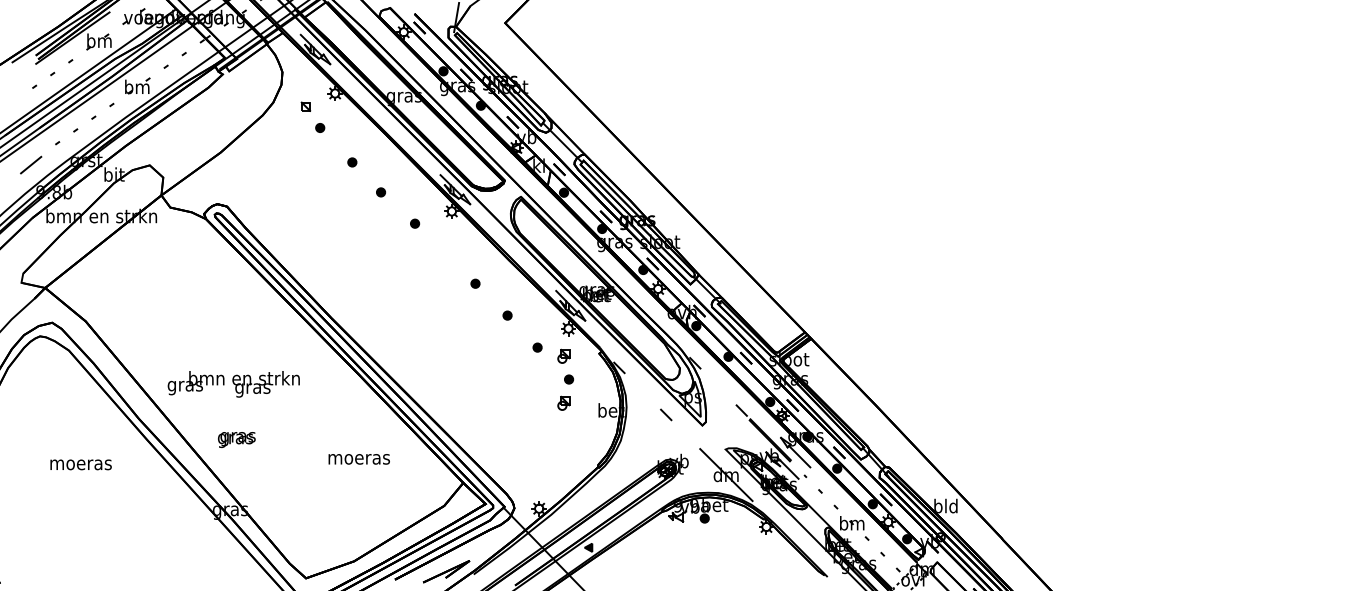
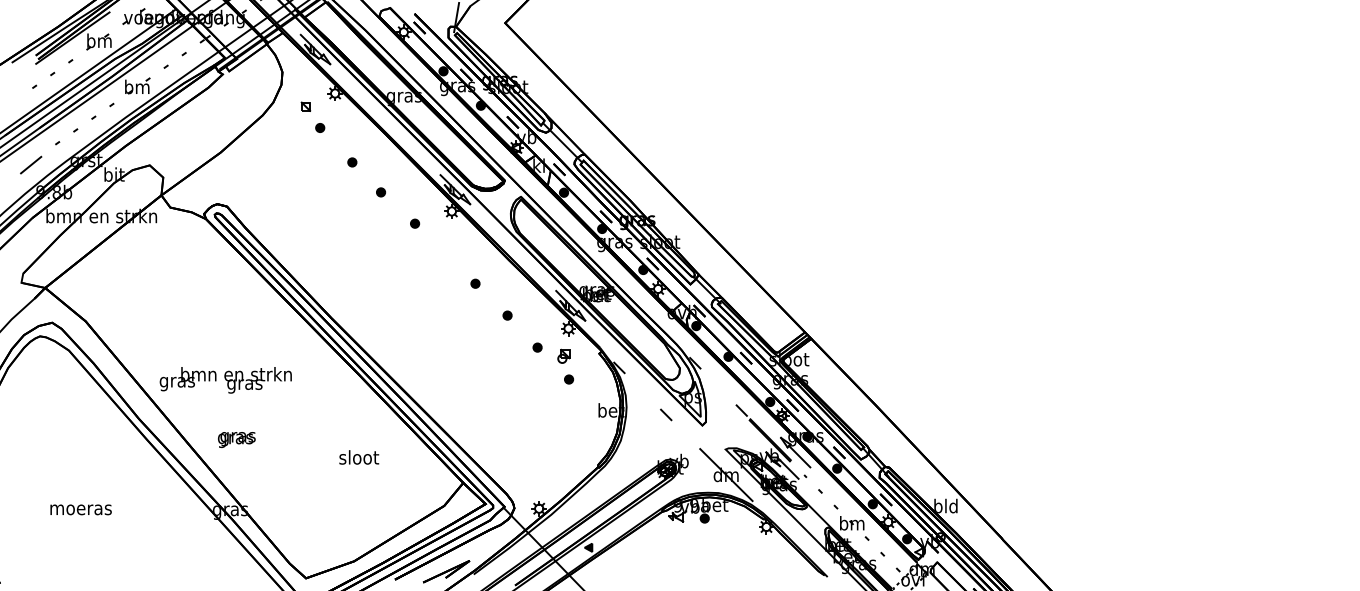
text at (233, 384) position: (233, 384) -> (225, 380)
part at (563, 402): present -> none
text at (358, 457): moeras -> sloot
text at (80, 464) position: (80, 464) -> (80, 509)
